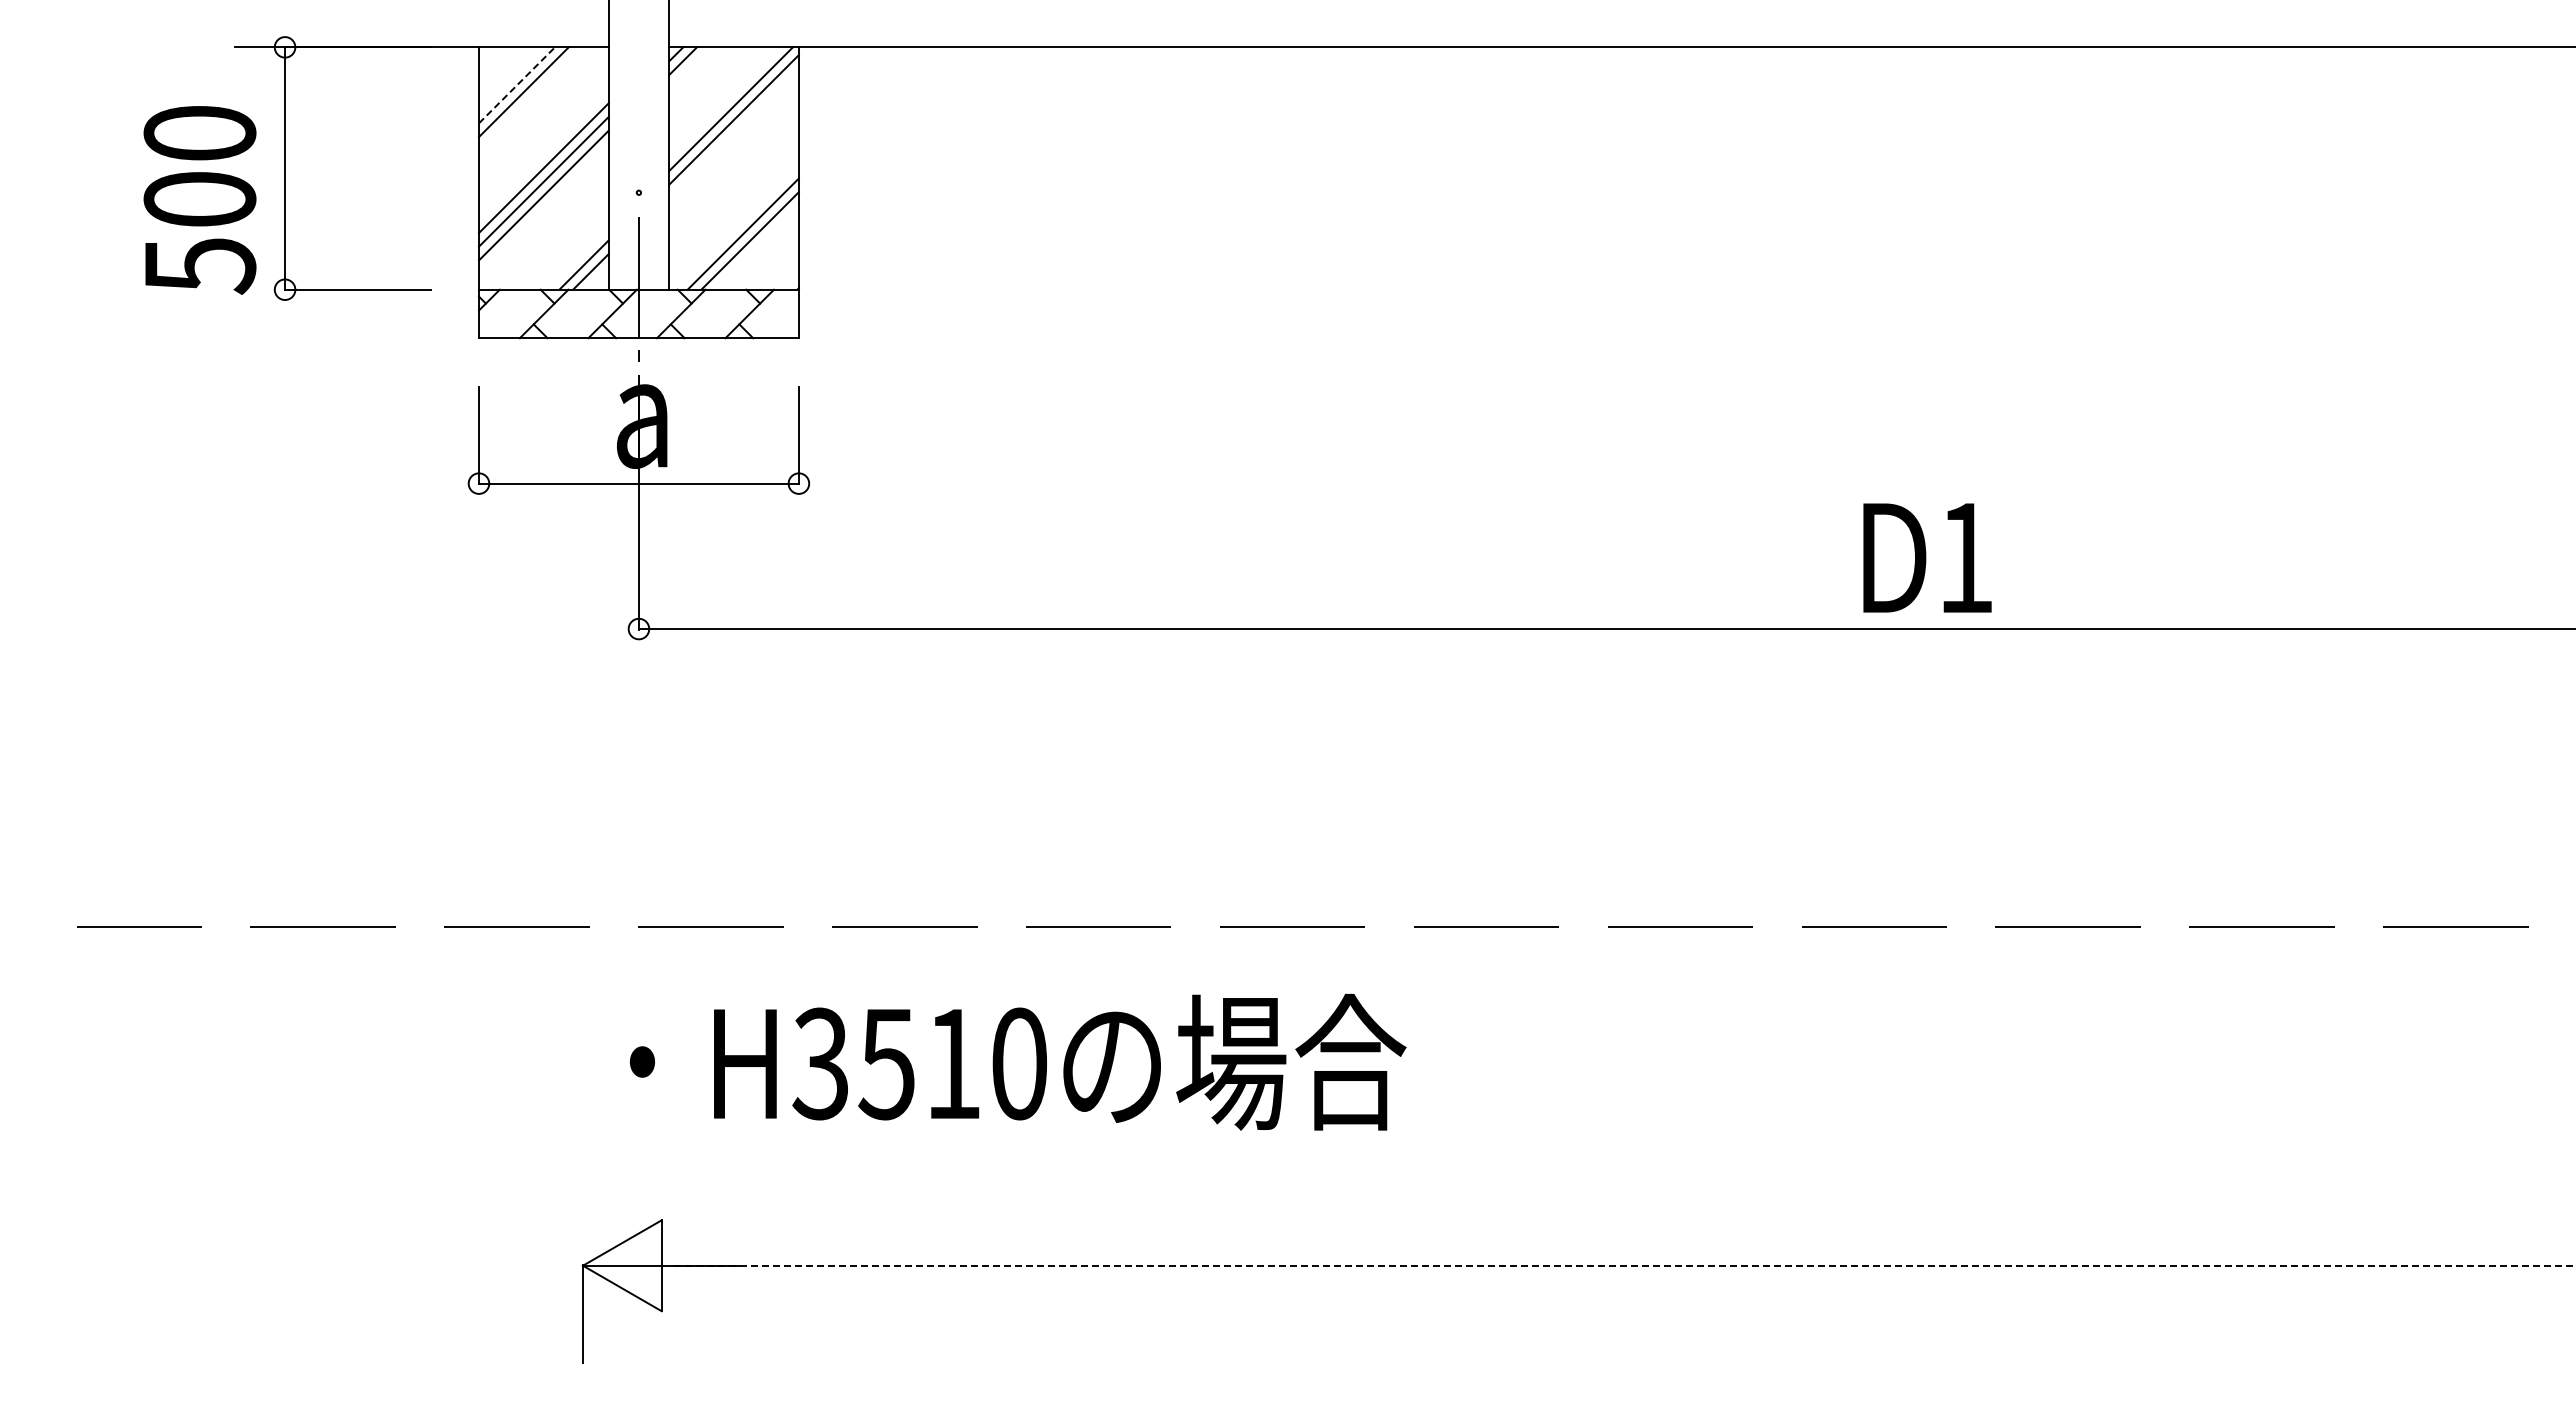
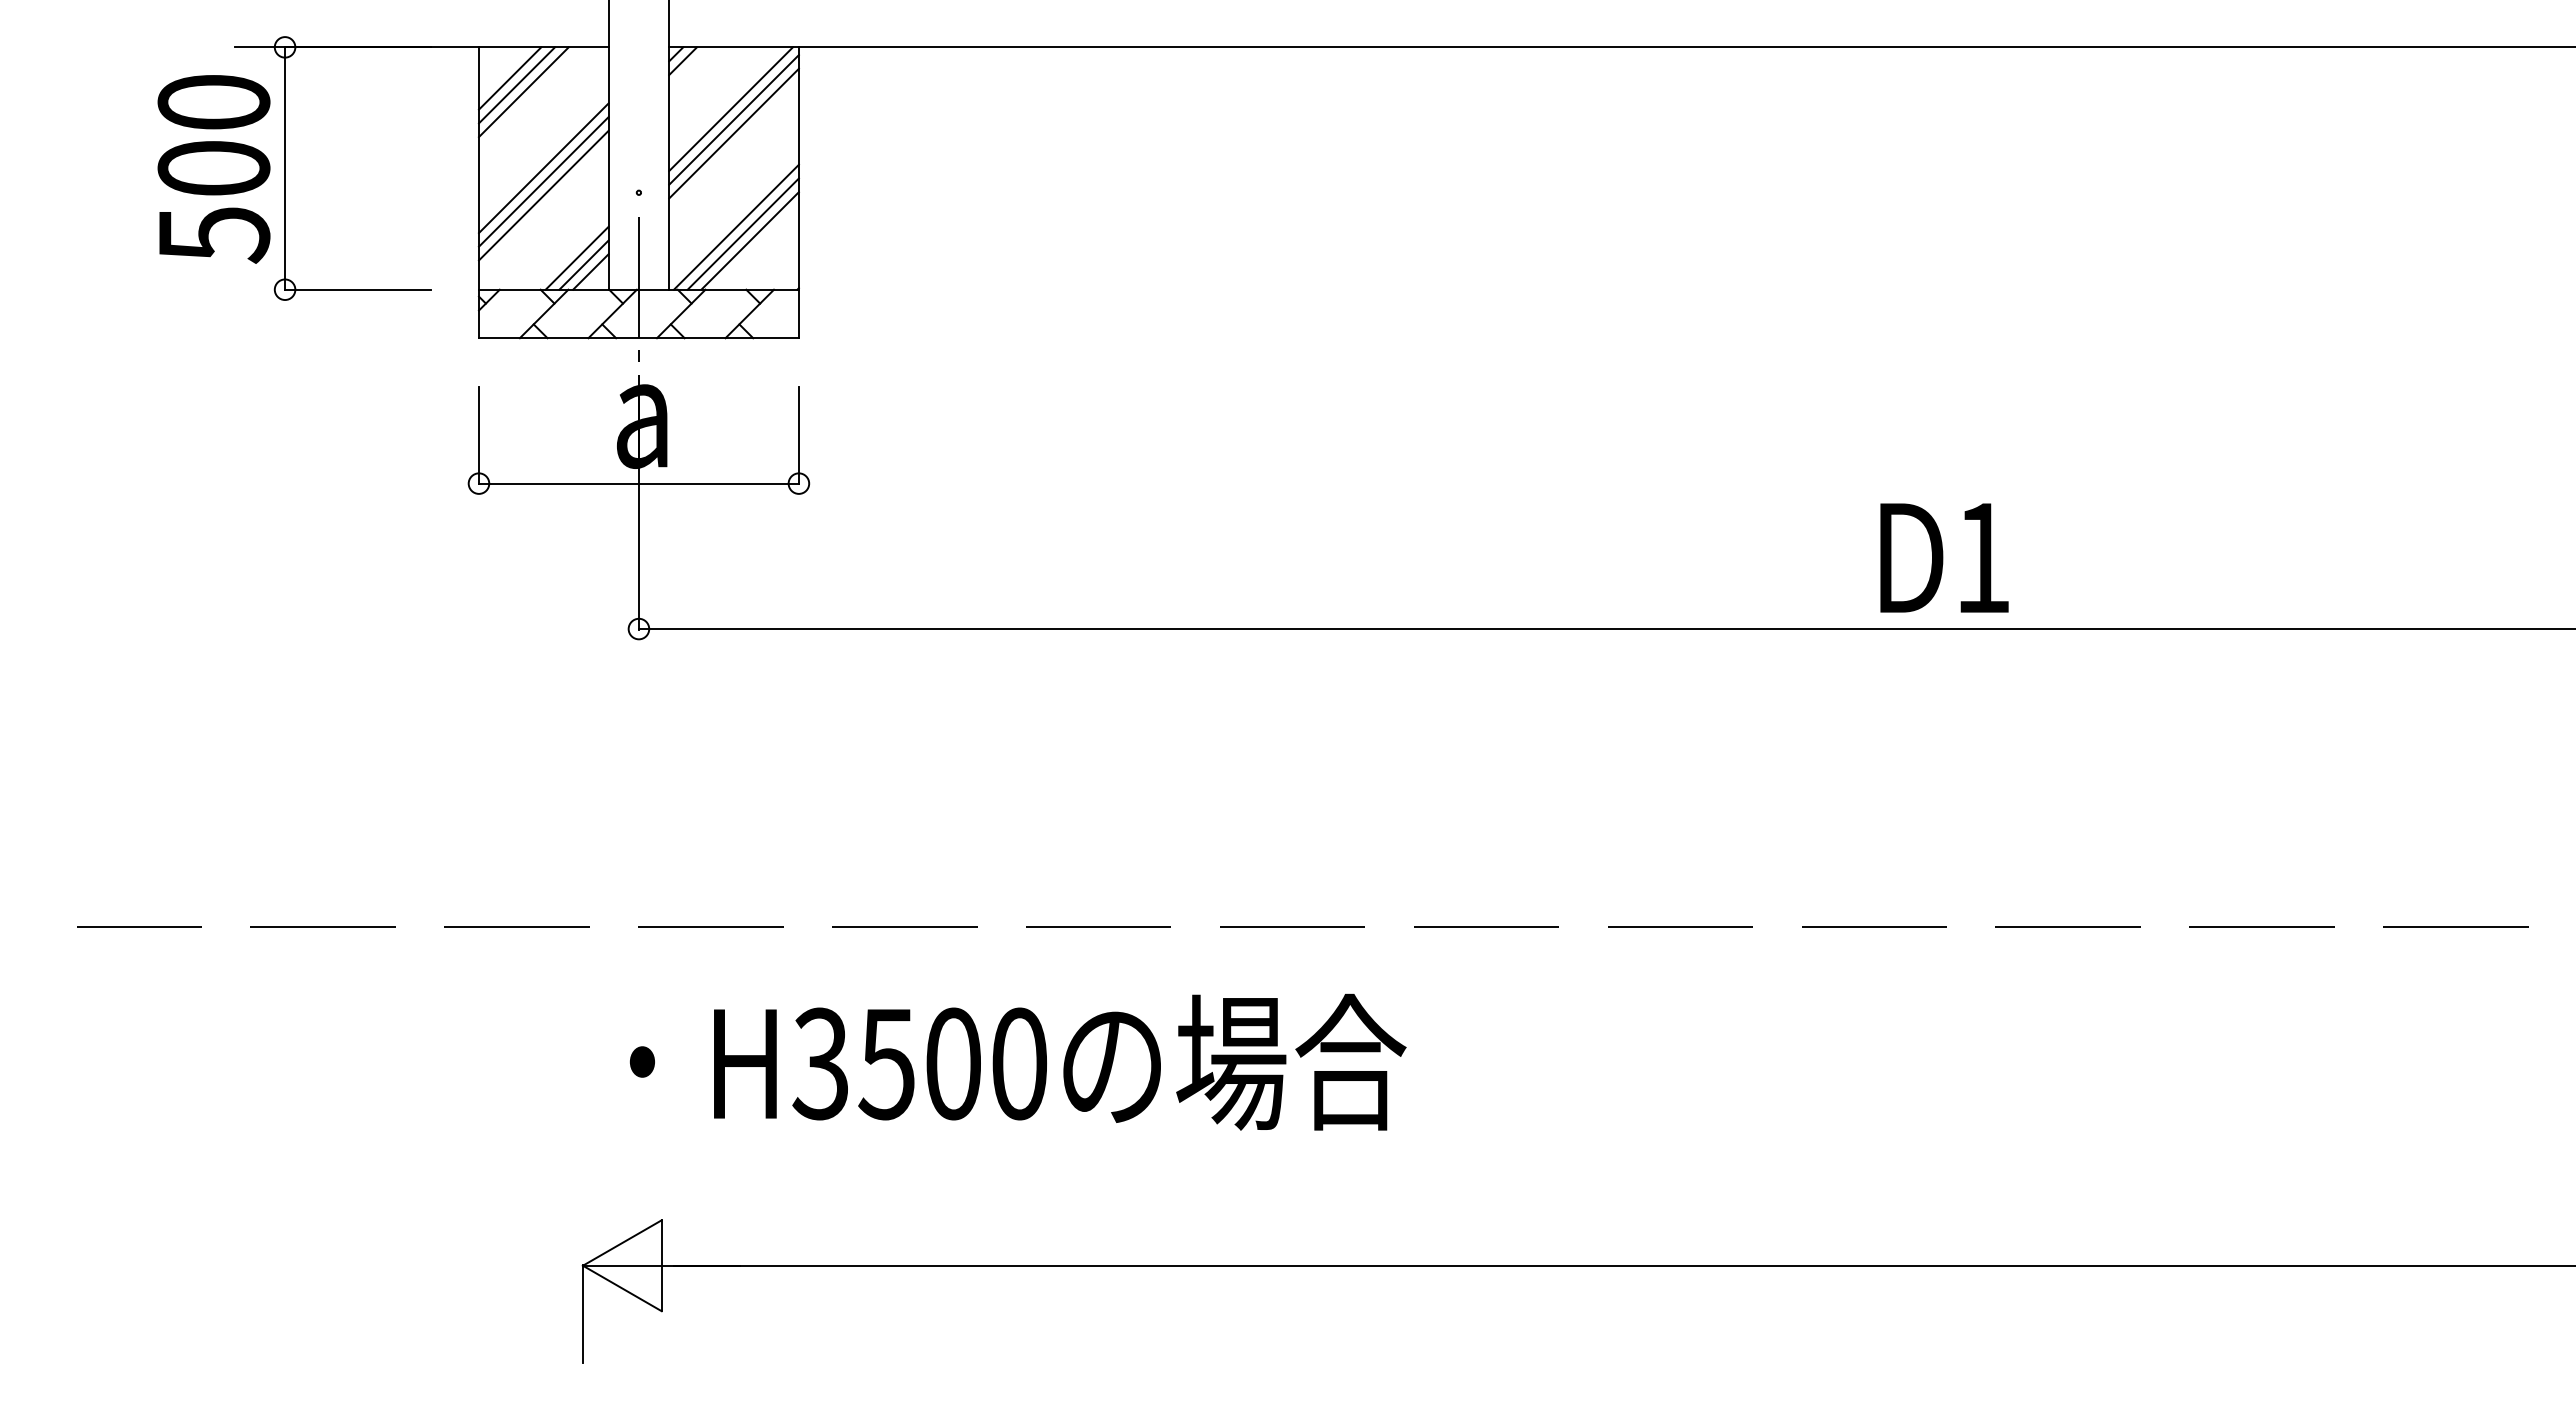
line at (509, 78): none -> present
line at (516, 85): dashed -> solid
line at (733, 133): none -> present
text at (199, 200) position: (199, 200) -> (213, 169)
line at (735, 226): none -> present
line at (576, 257): none -> present
text at (1927, 557) position: (1927, 557) -> (1944, 557)
text at (953, 1063): H3510 -> H3500
line at (1624, 1265): dashed -> solid
